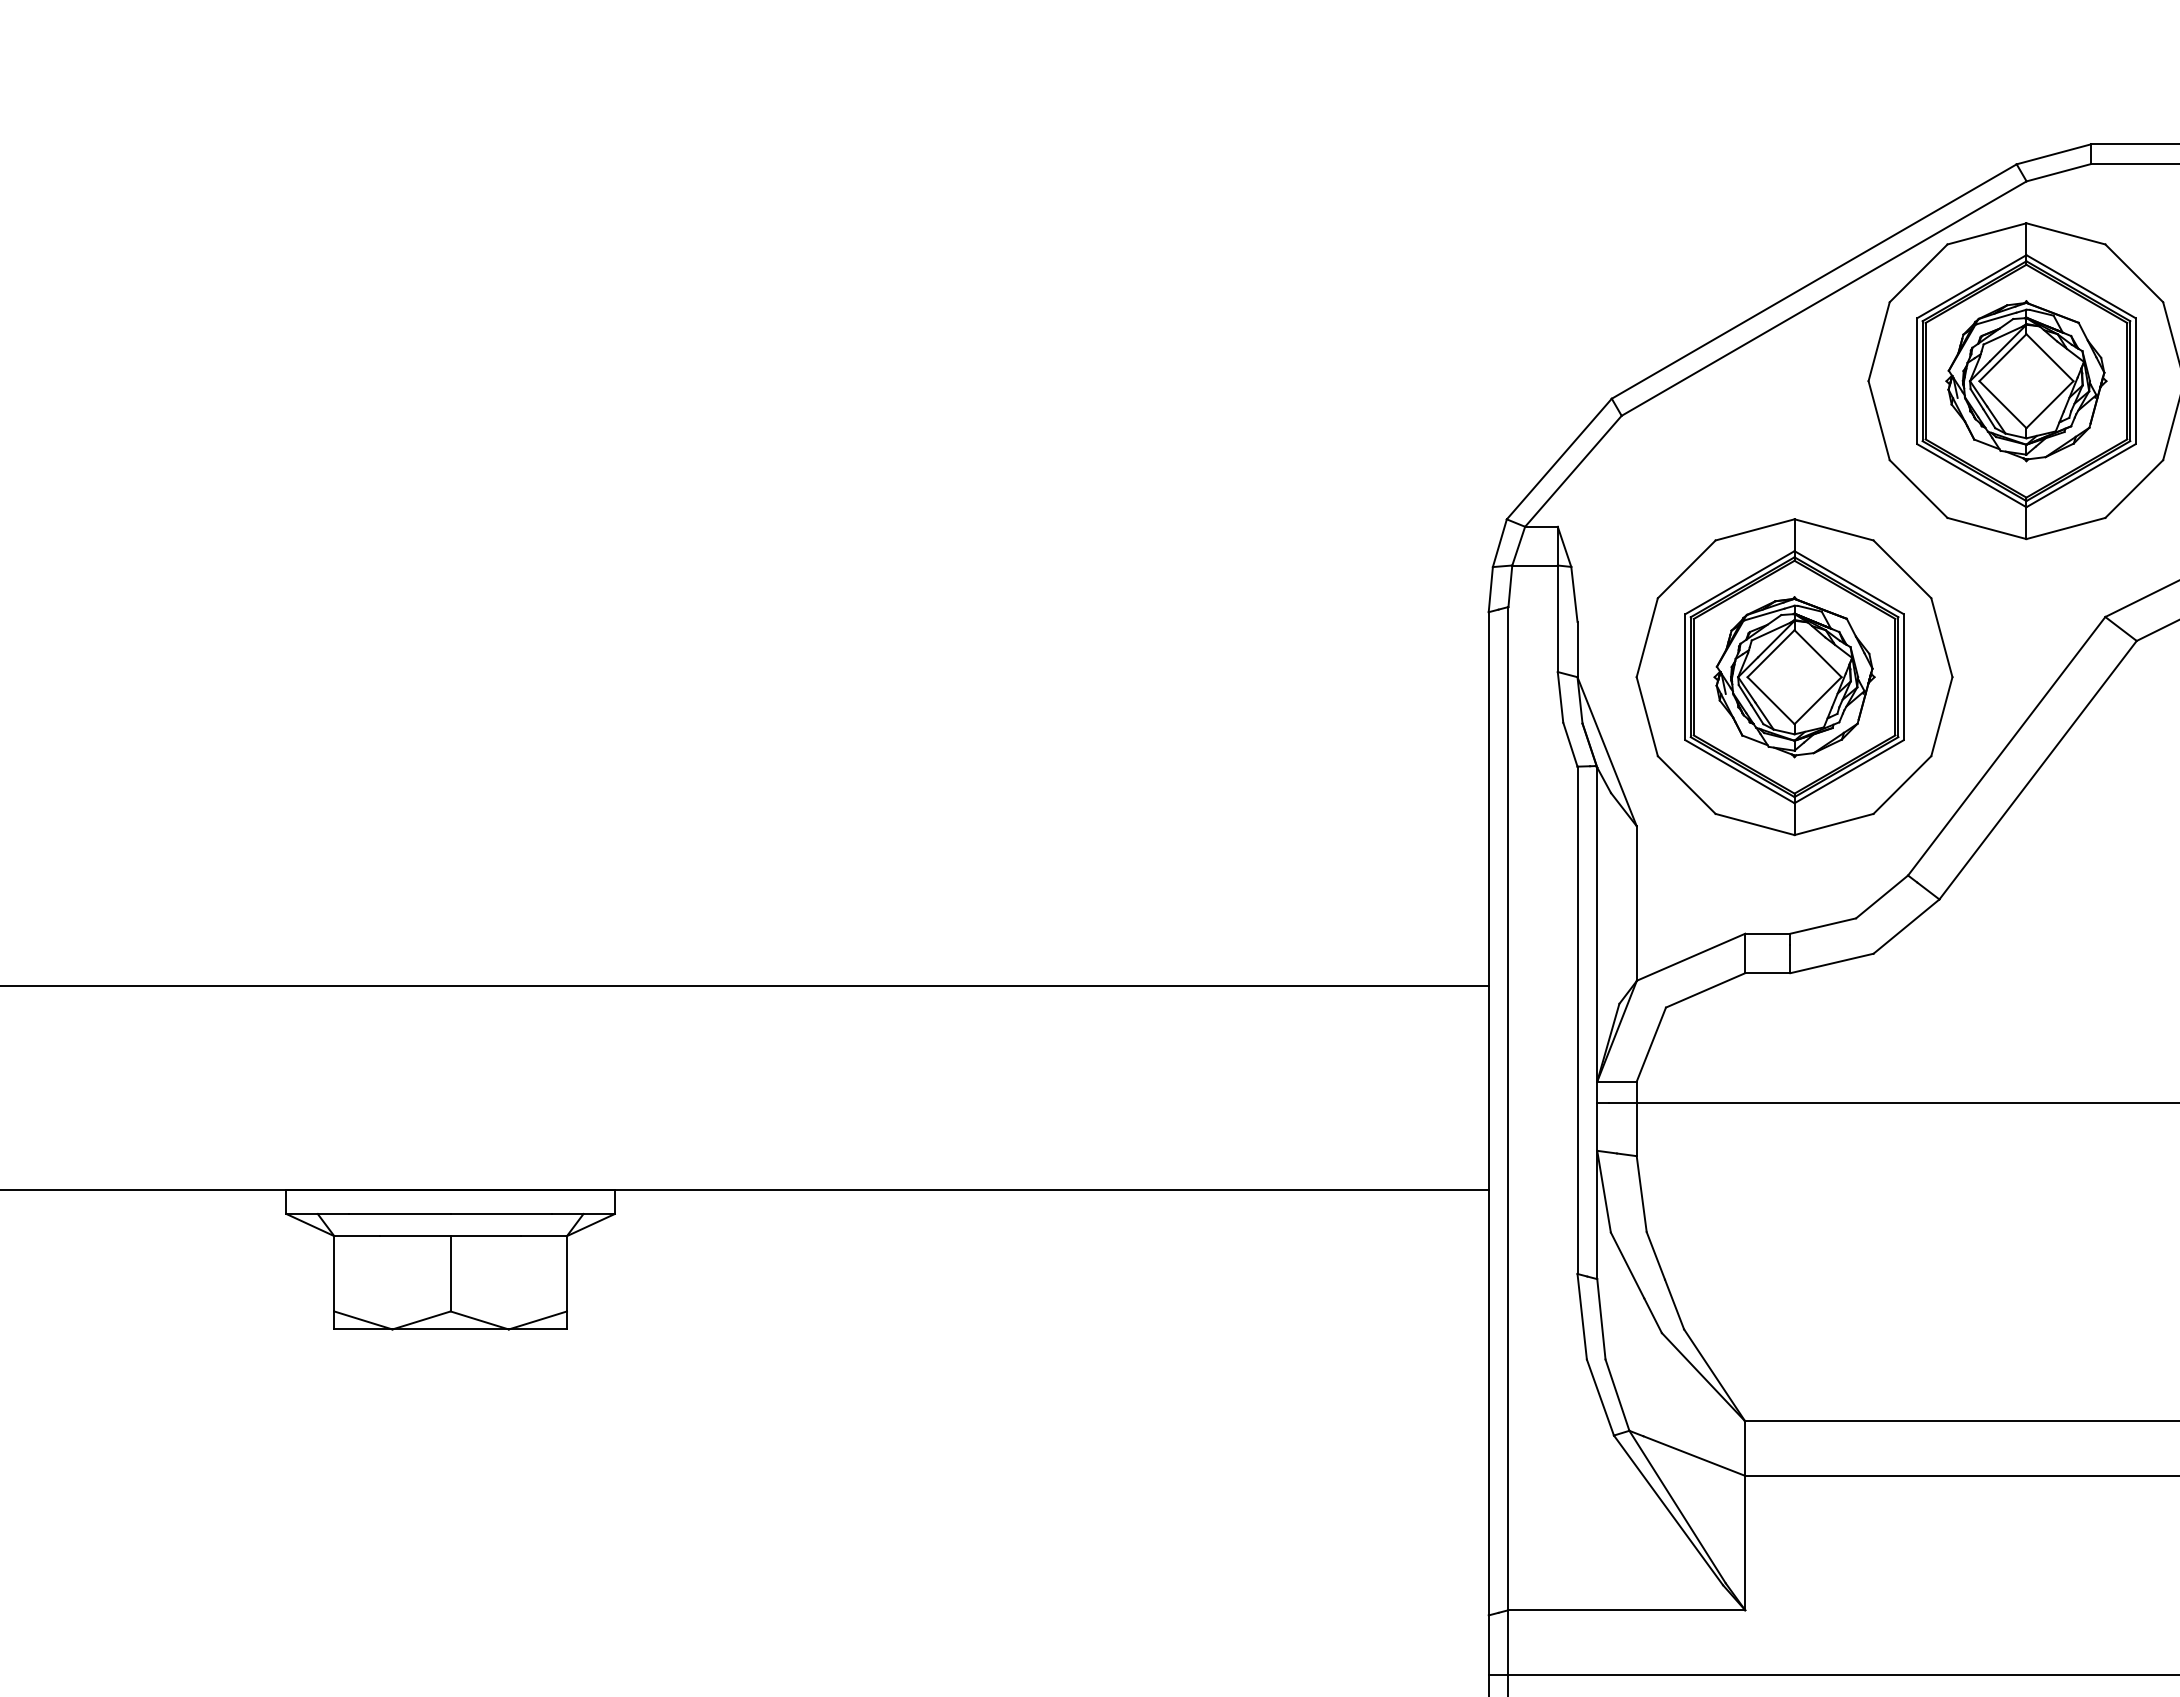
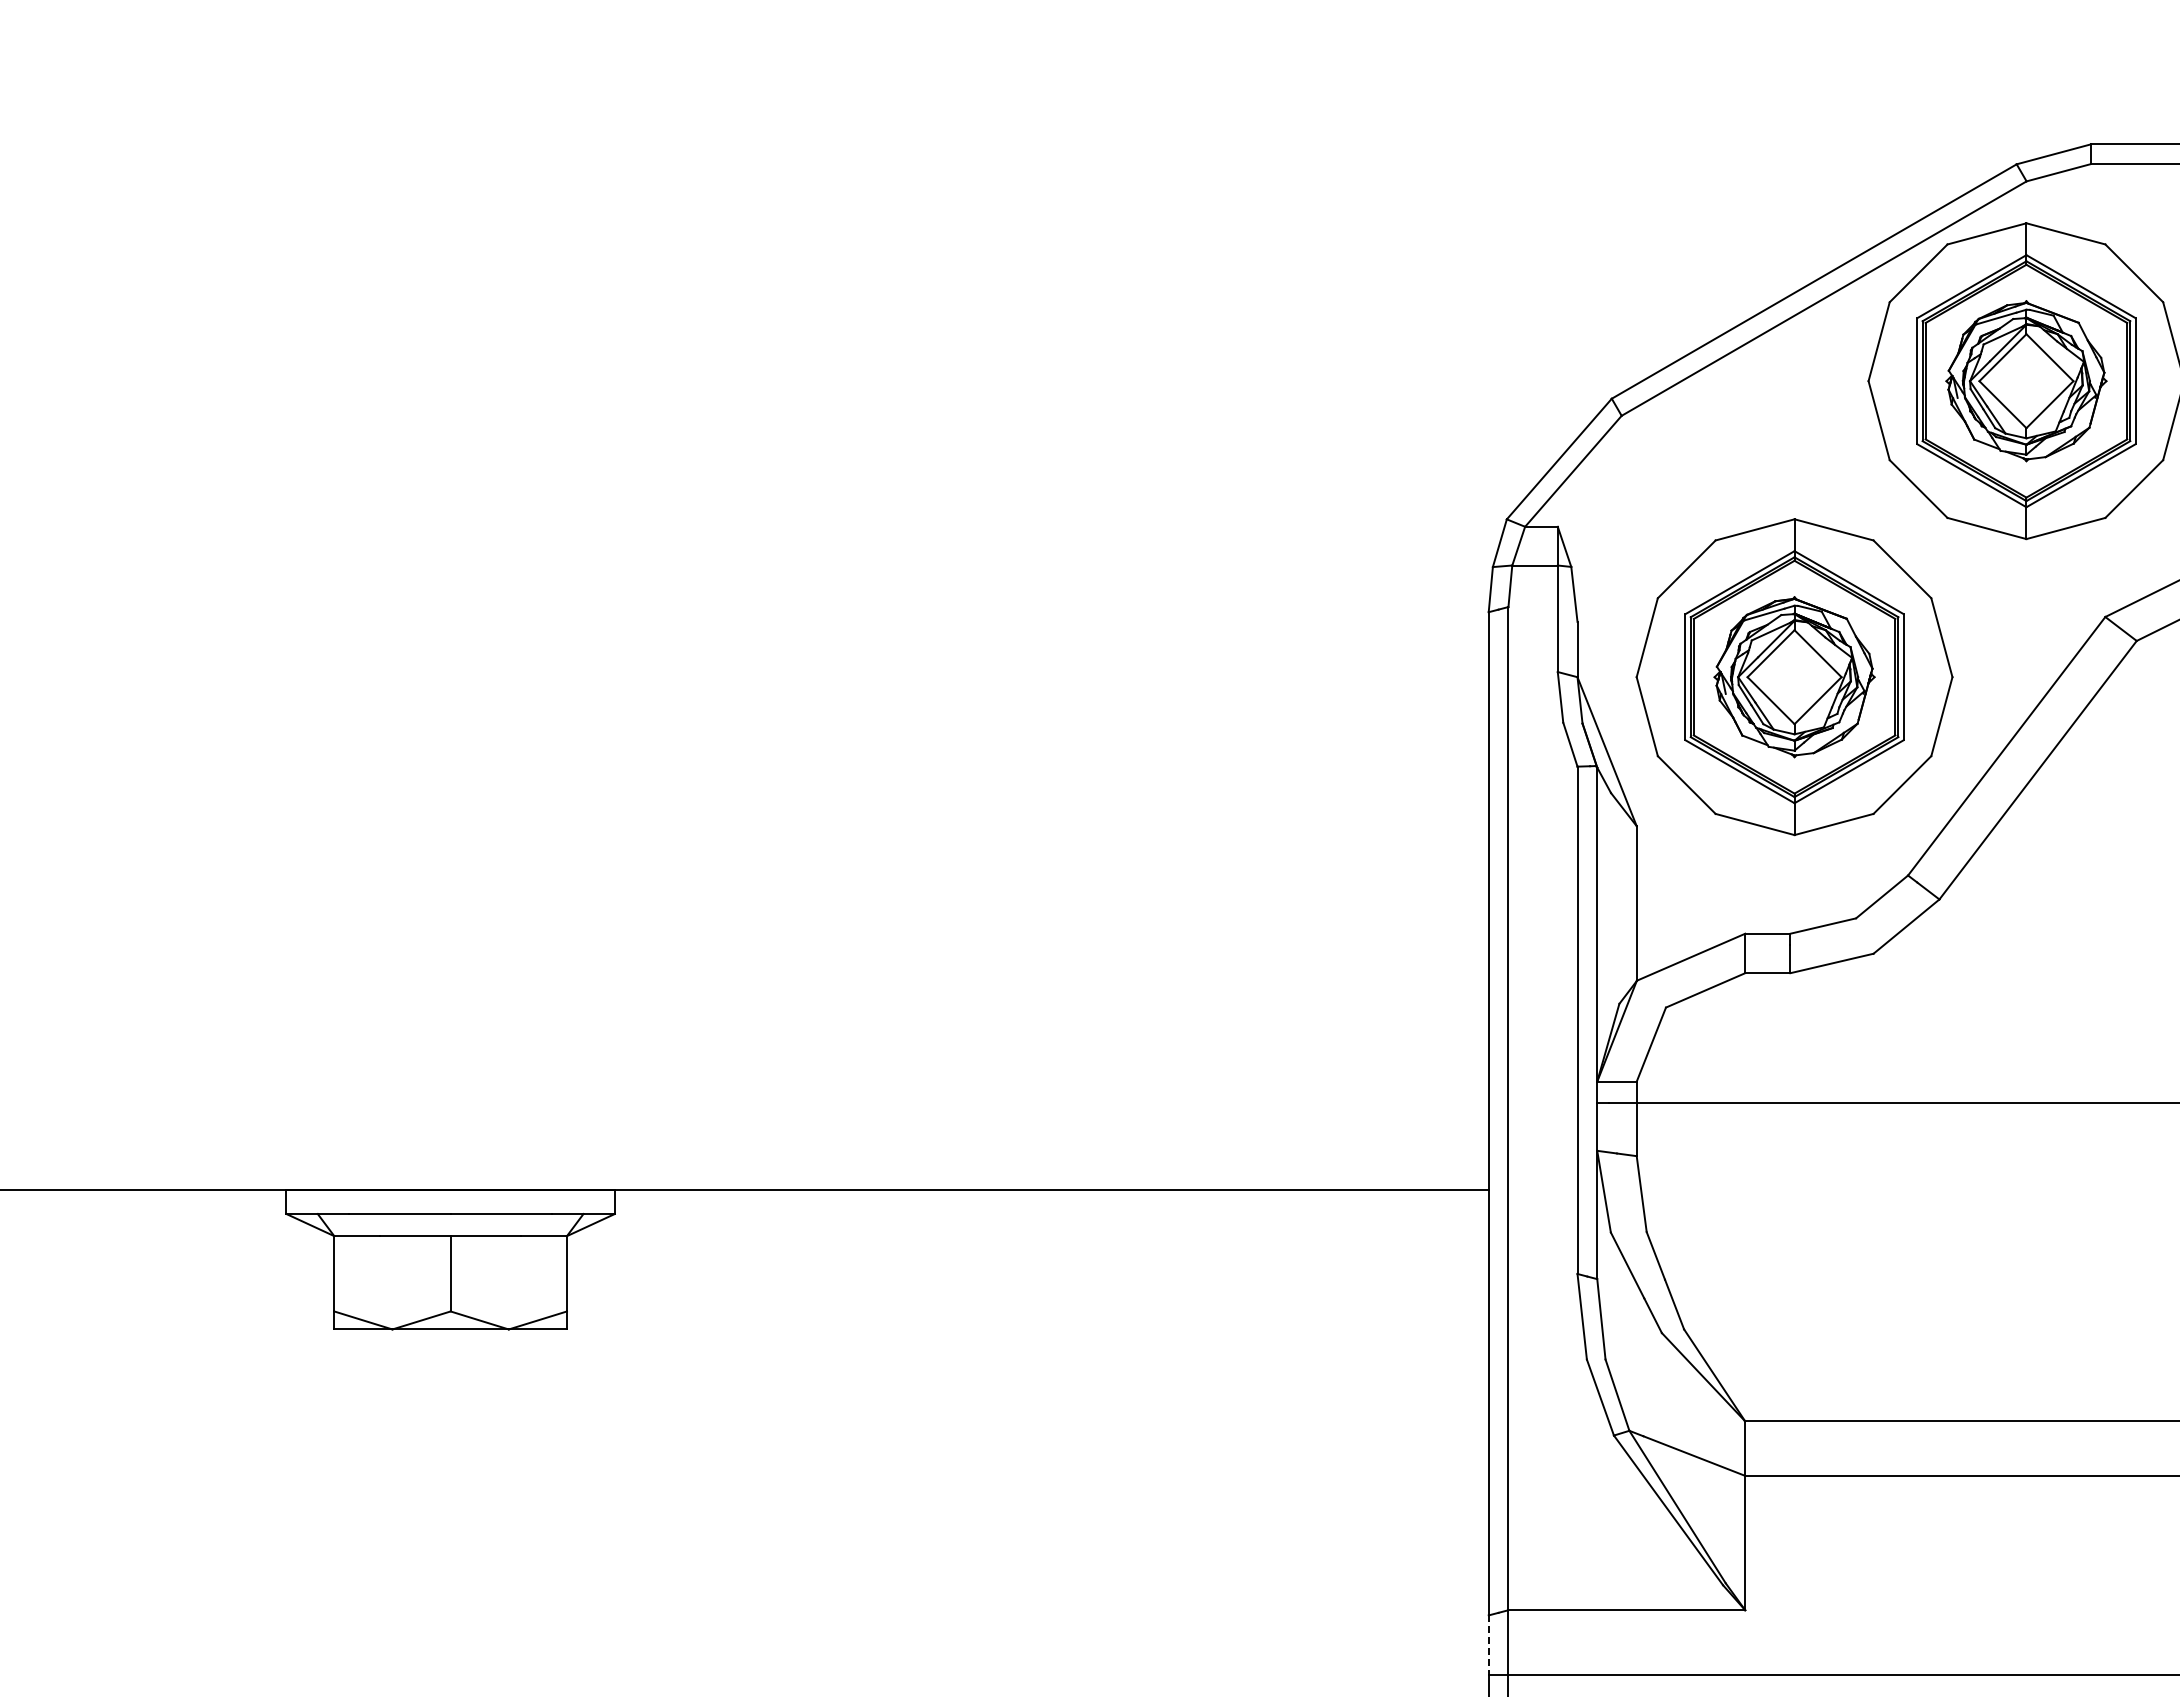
line at (745, 986): present -> none
line at (1488, 1645): solid -> dashed
